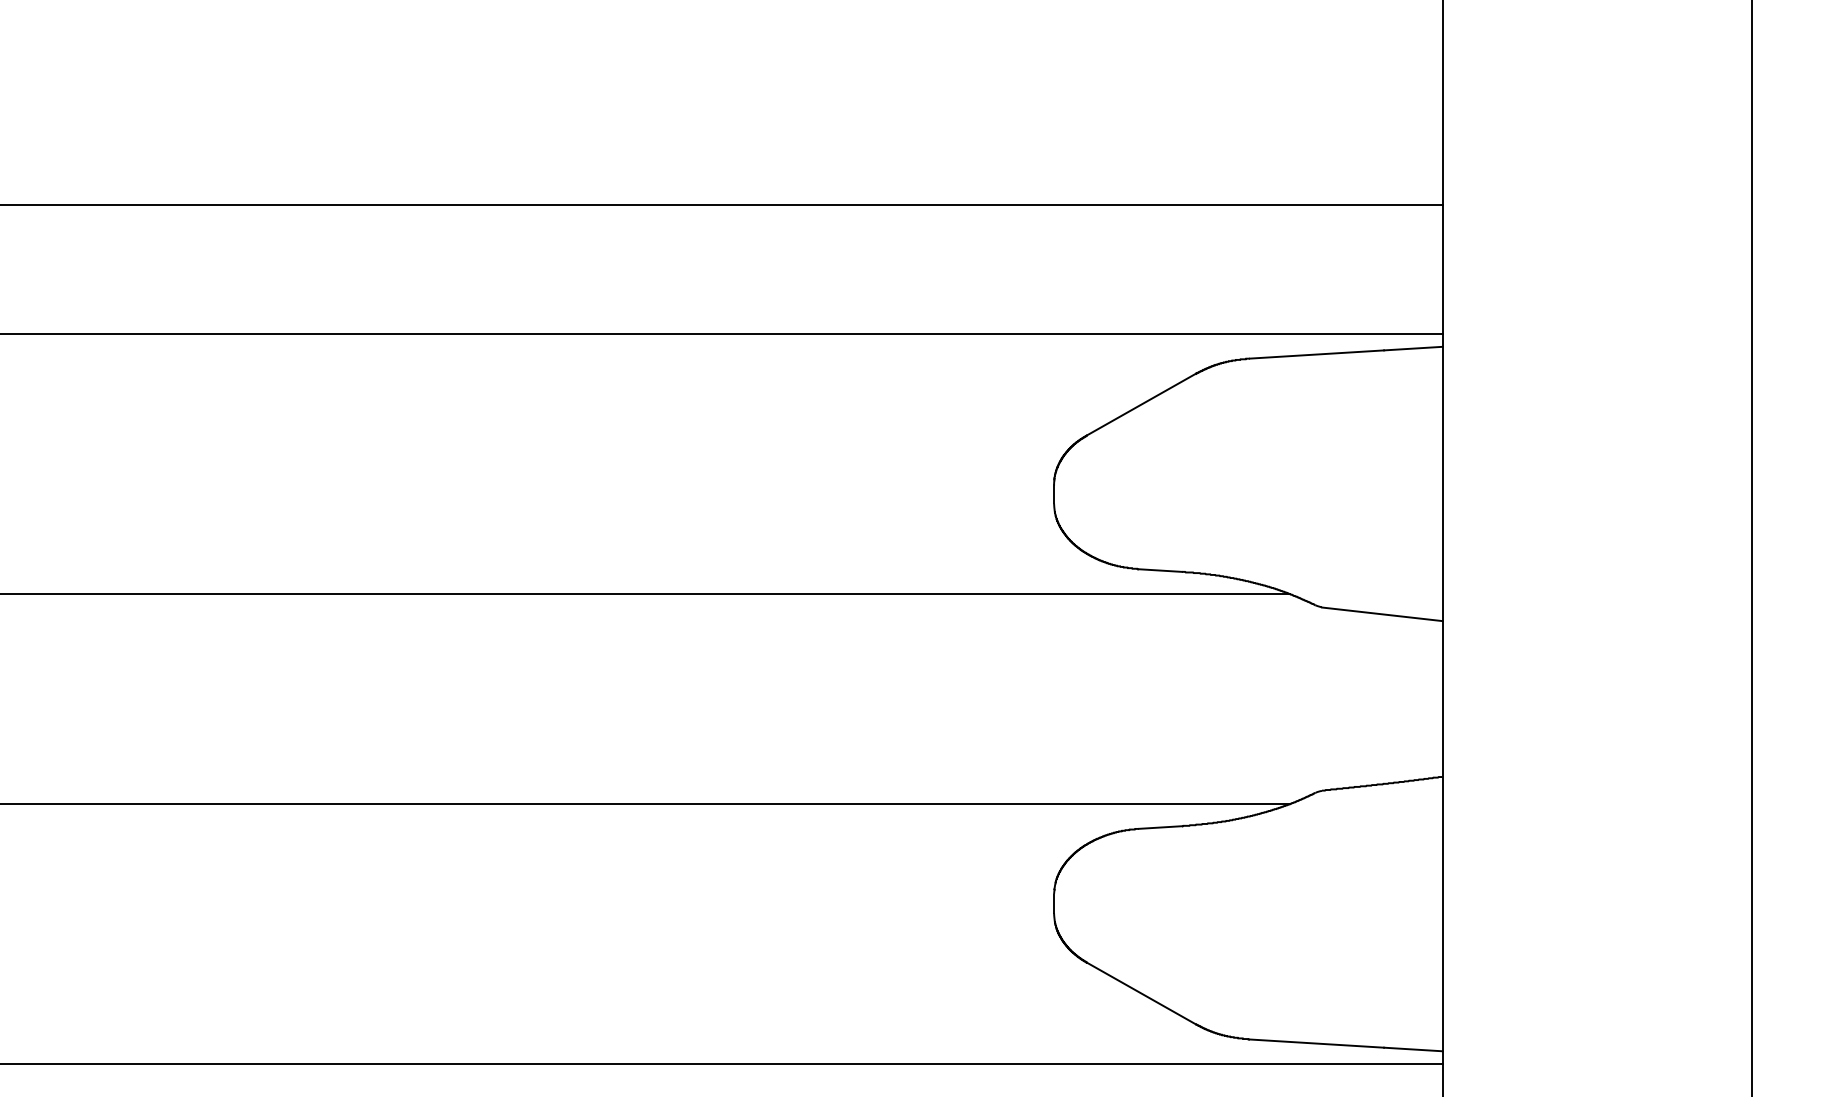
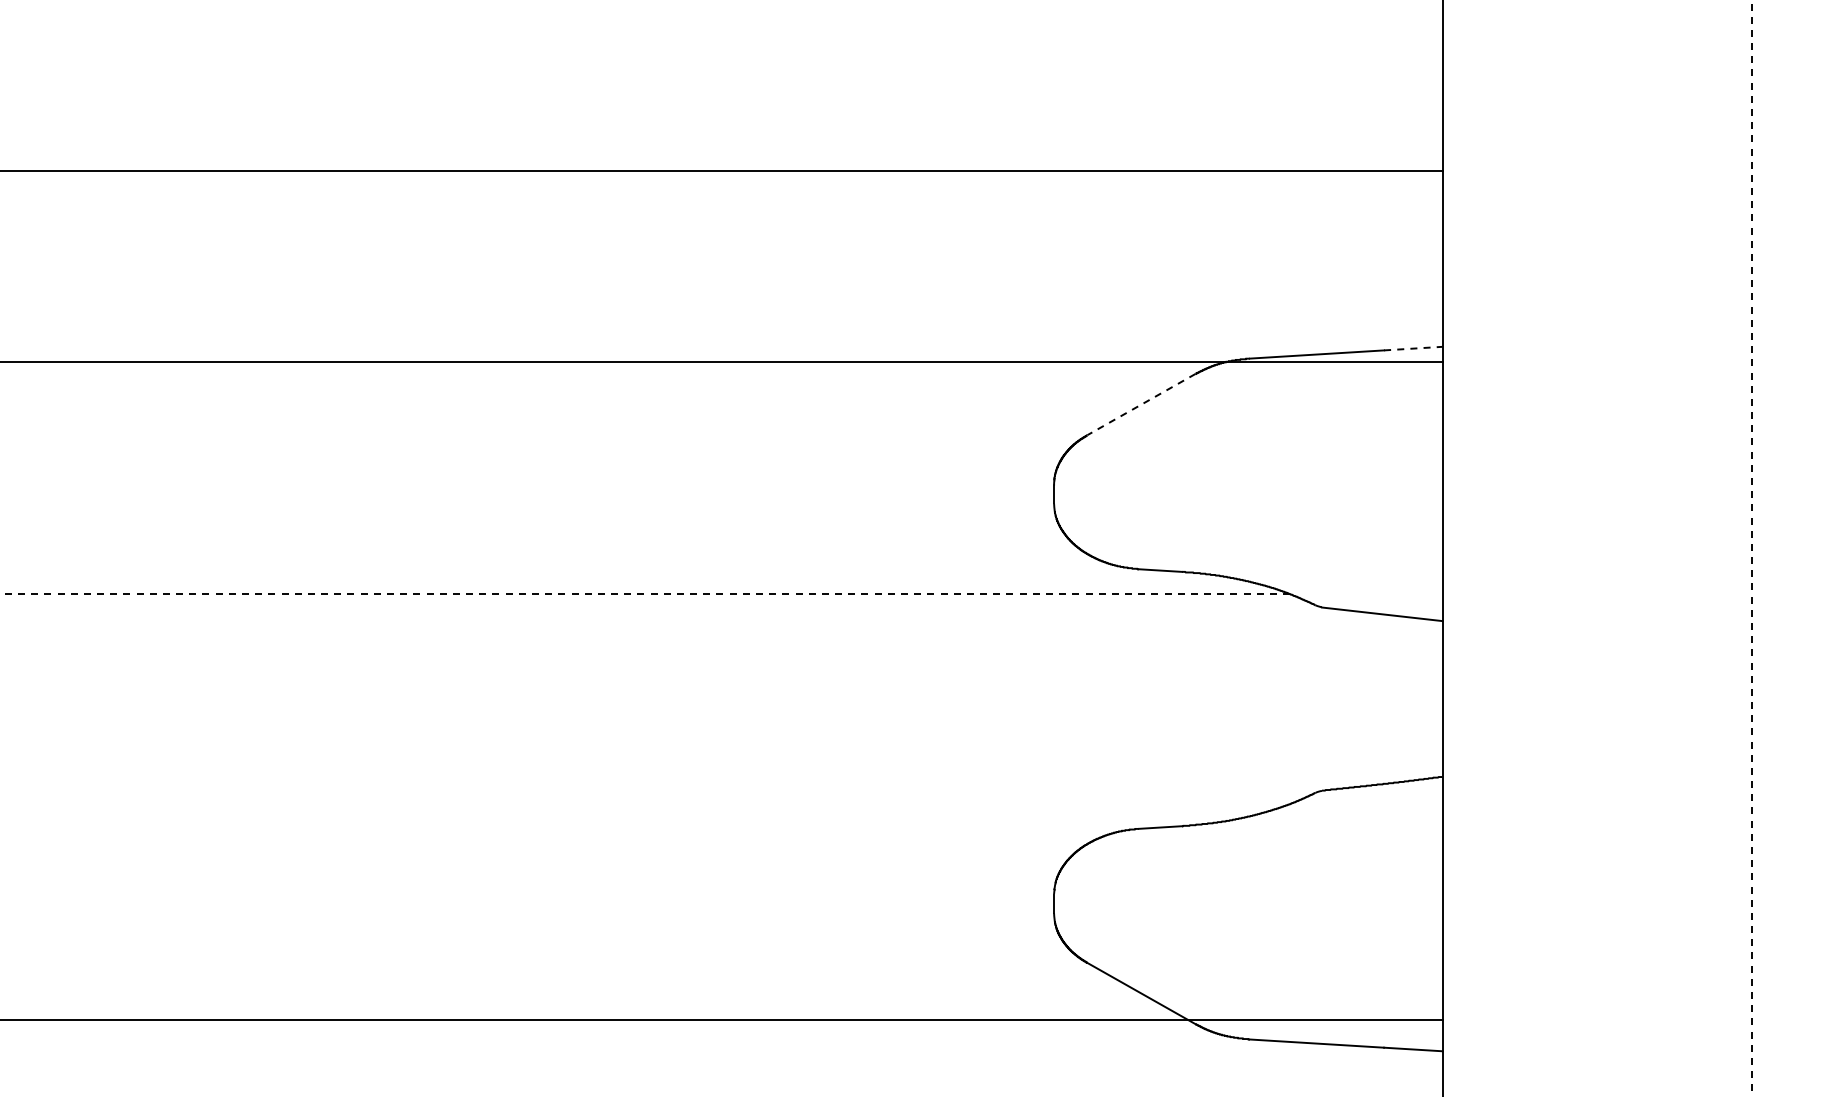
line at (722, 204) position: (722, 204) -> (722, 170)
line at (722, 334) position: (722, 334) -> (722, 362)
line at (1413, 348): solid -> dashed
line at (1141, 404): solid -> dashed
line at (1751, 548): solid -> dashed
line at (645, 594): solid -> dashed
line at (645, 804): present -> none
line at (722, 1063) position: (722, 1063) -> (722, 1019)
